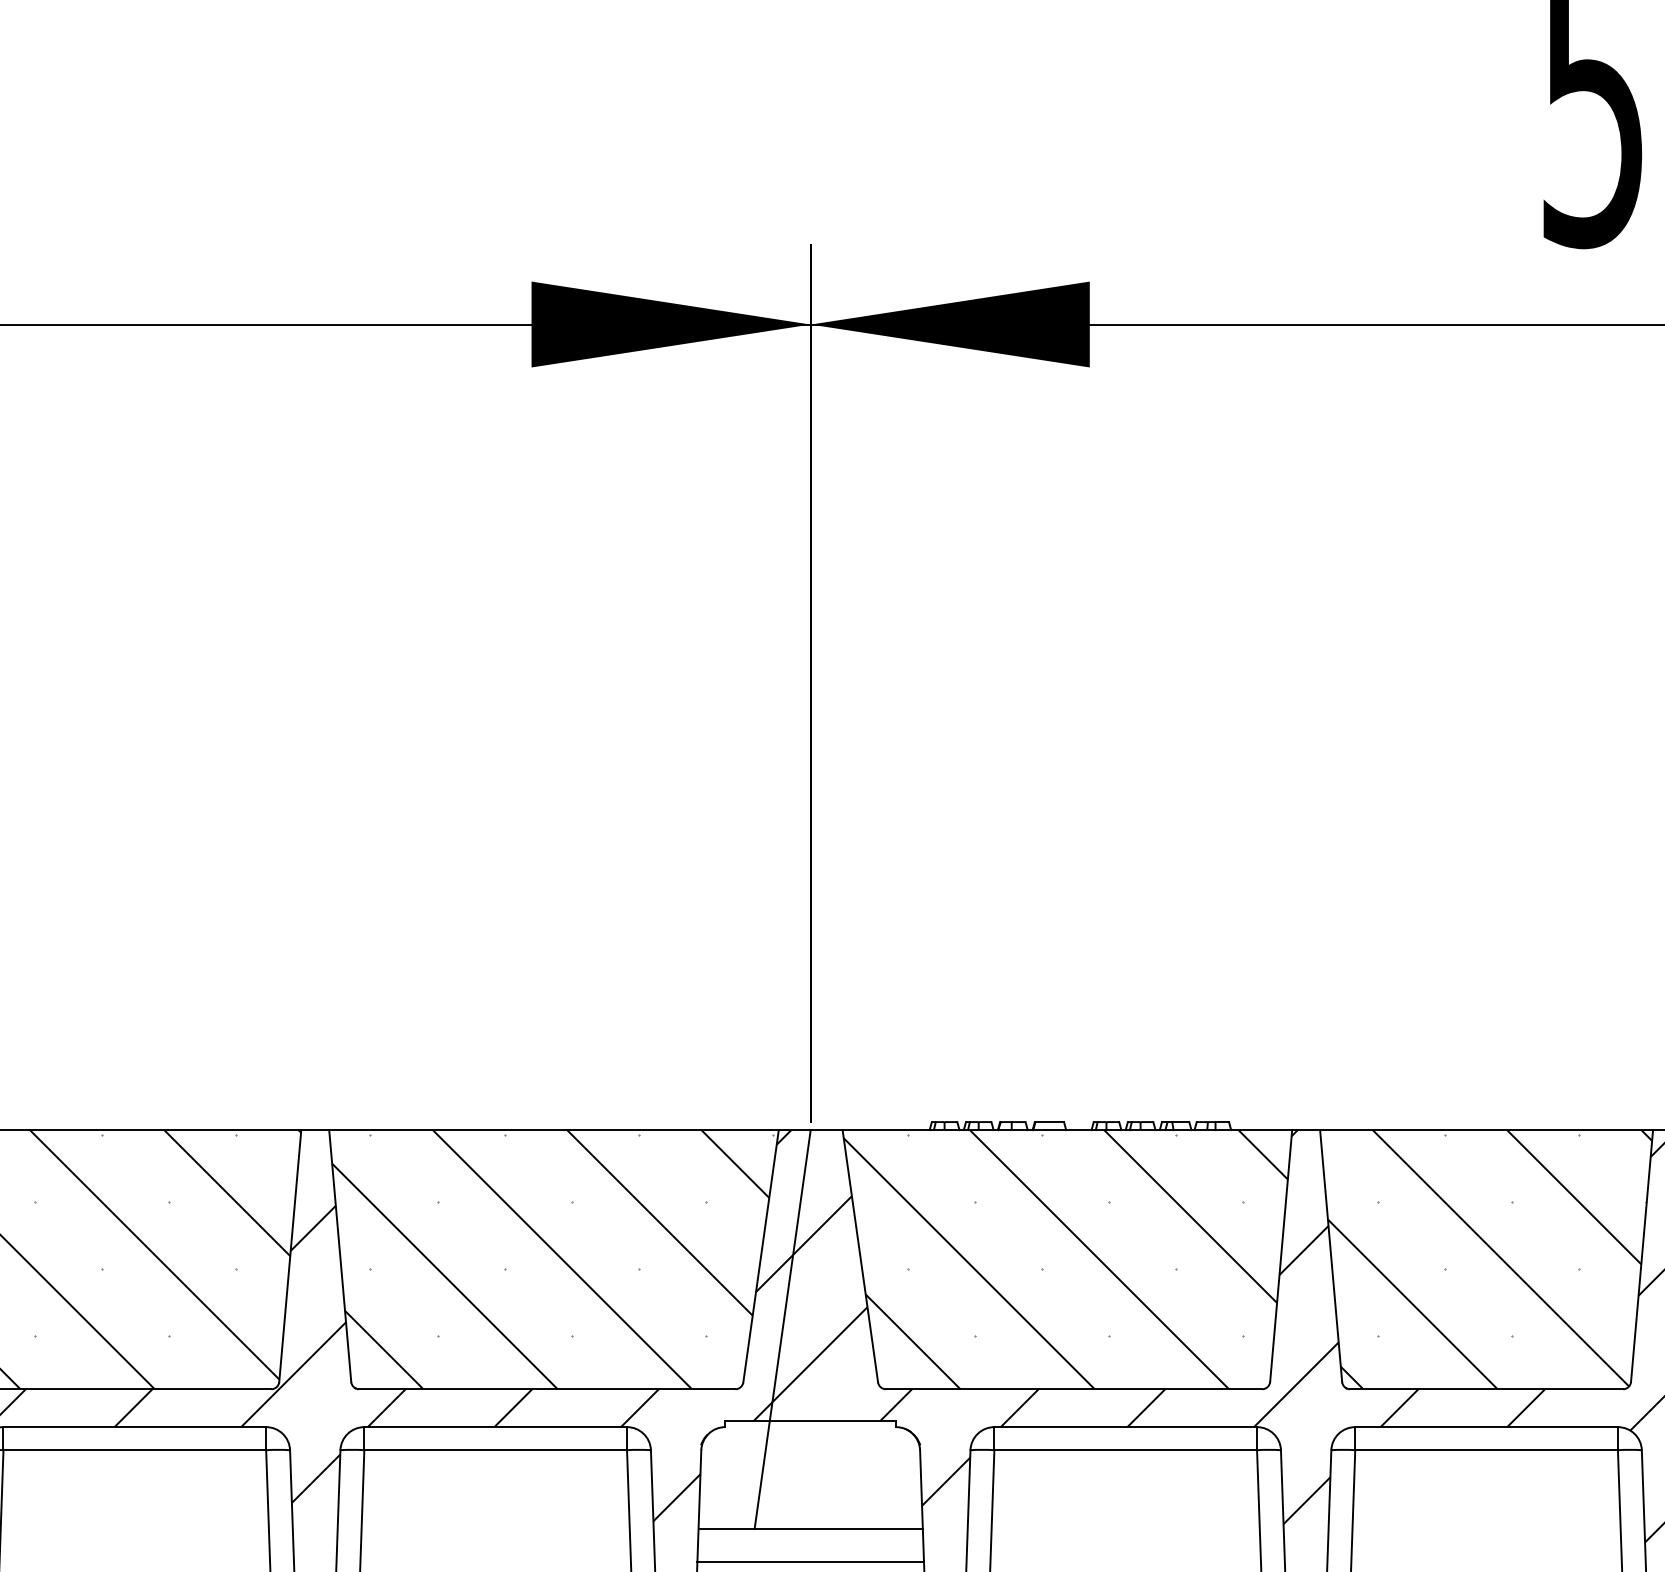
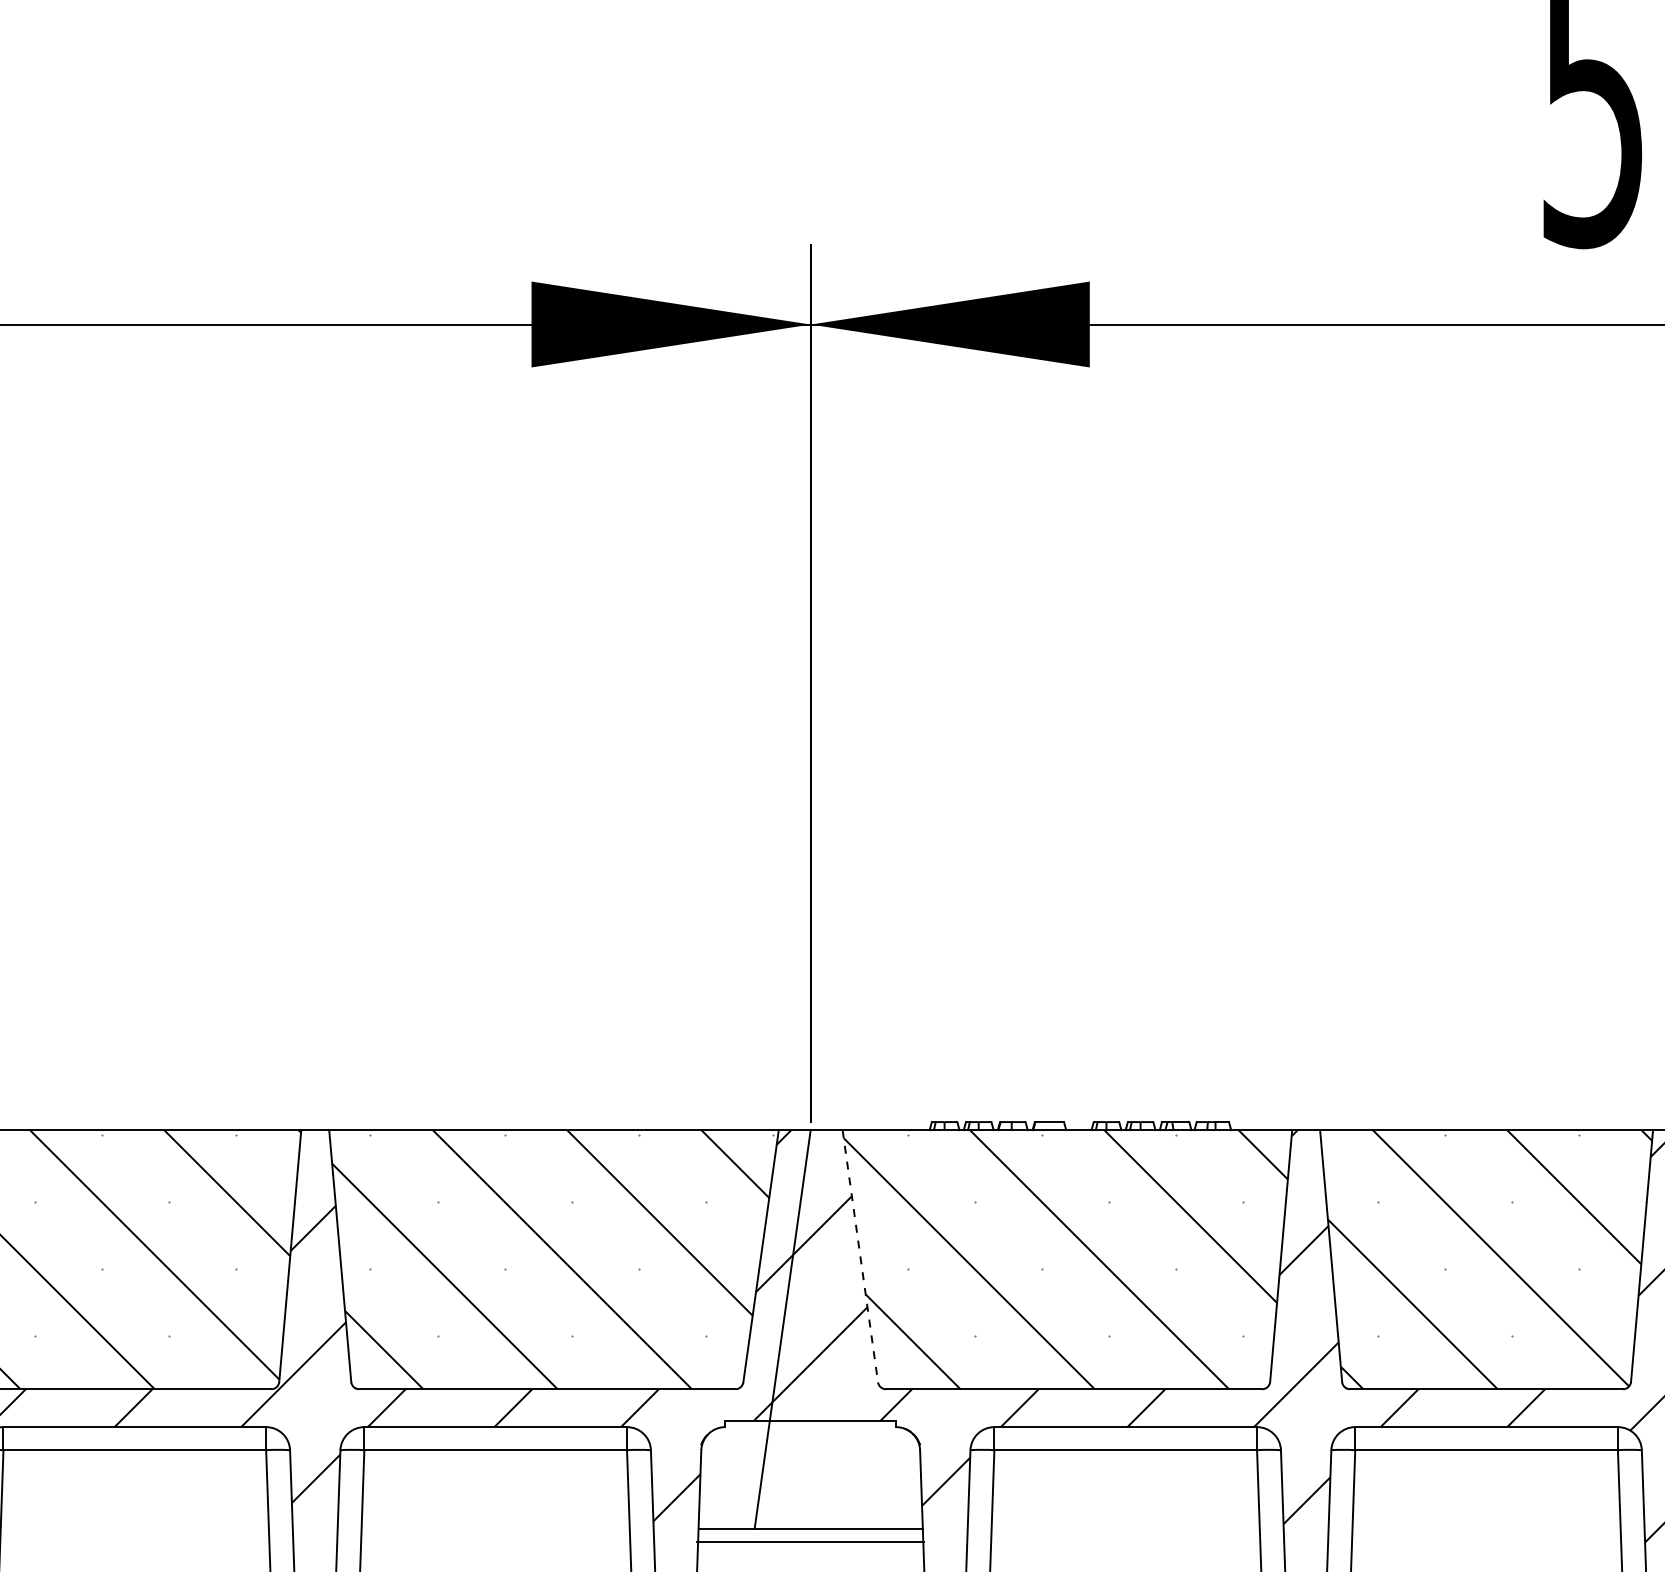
line at (860, 1256): solid -> dashed
line at (810, 1562) position: (810, 1562) -> (810, 1542)
